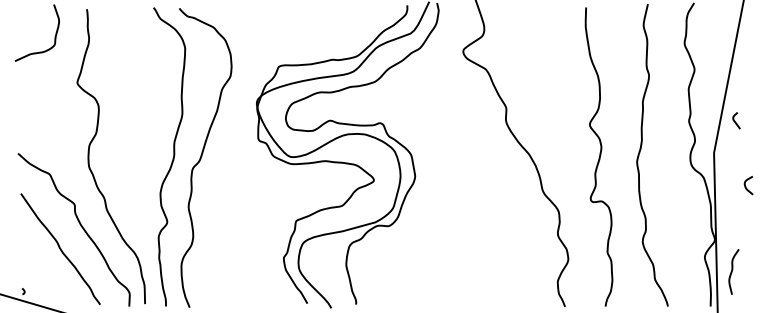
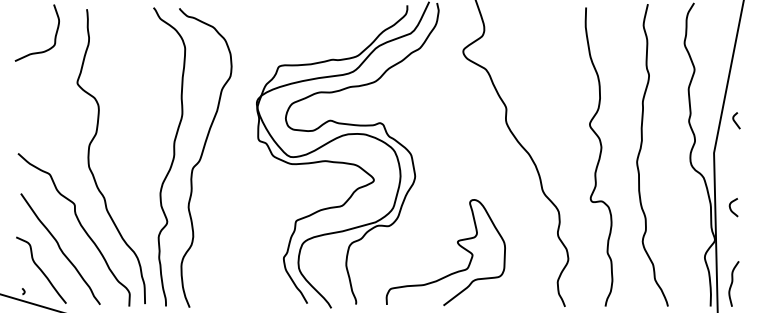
curve at (746, 186) position: (746, 186) -> (731, 208)
curve at (457, 244): none -> present
curve at (41, 269): none -> present
curve at (732, 271) position: (732, 271) -> (732, 283)
